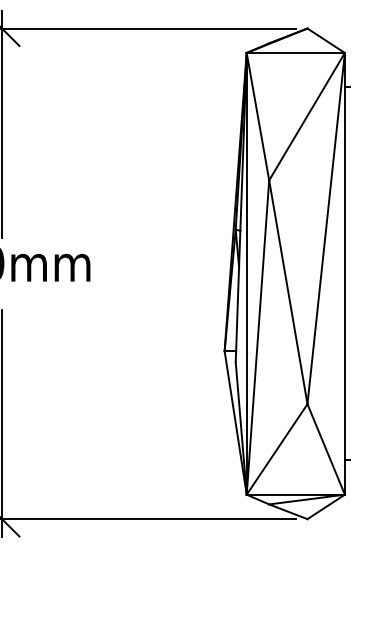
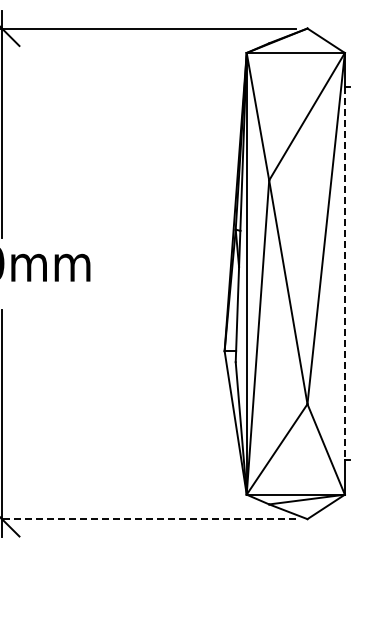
line at (344, 273): solid -> dashed
line at (148, 519): solid -> dashed
